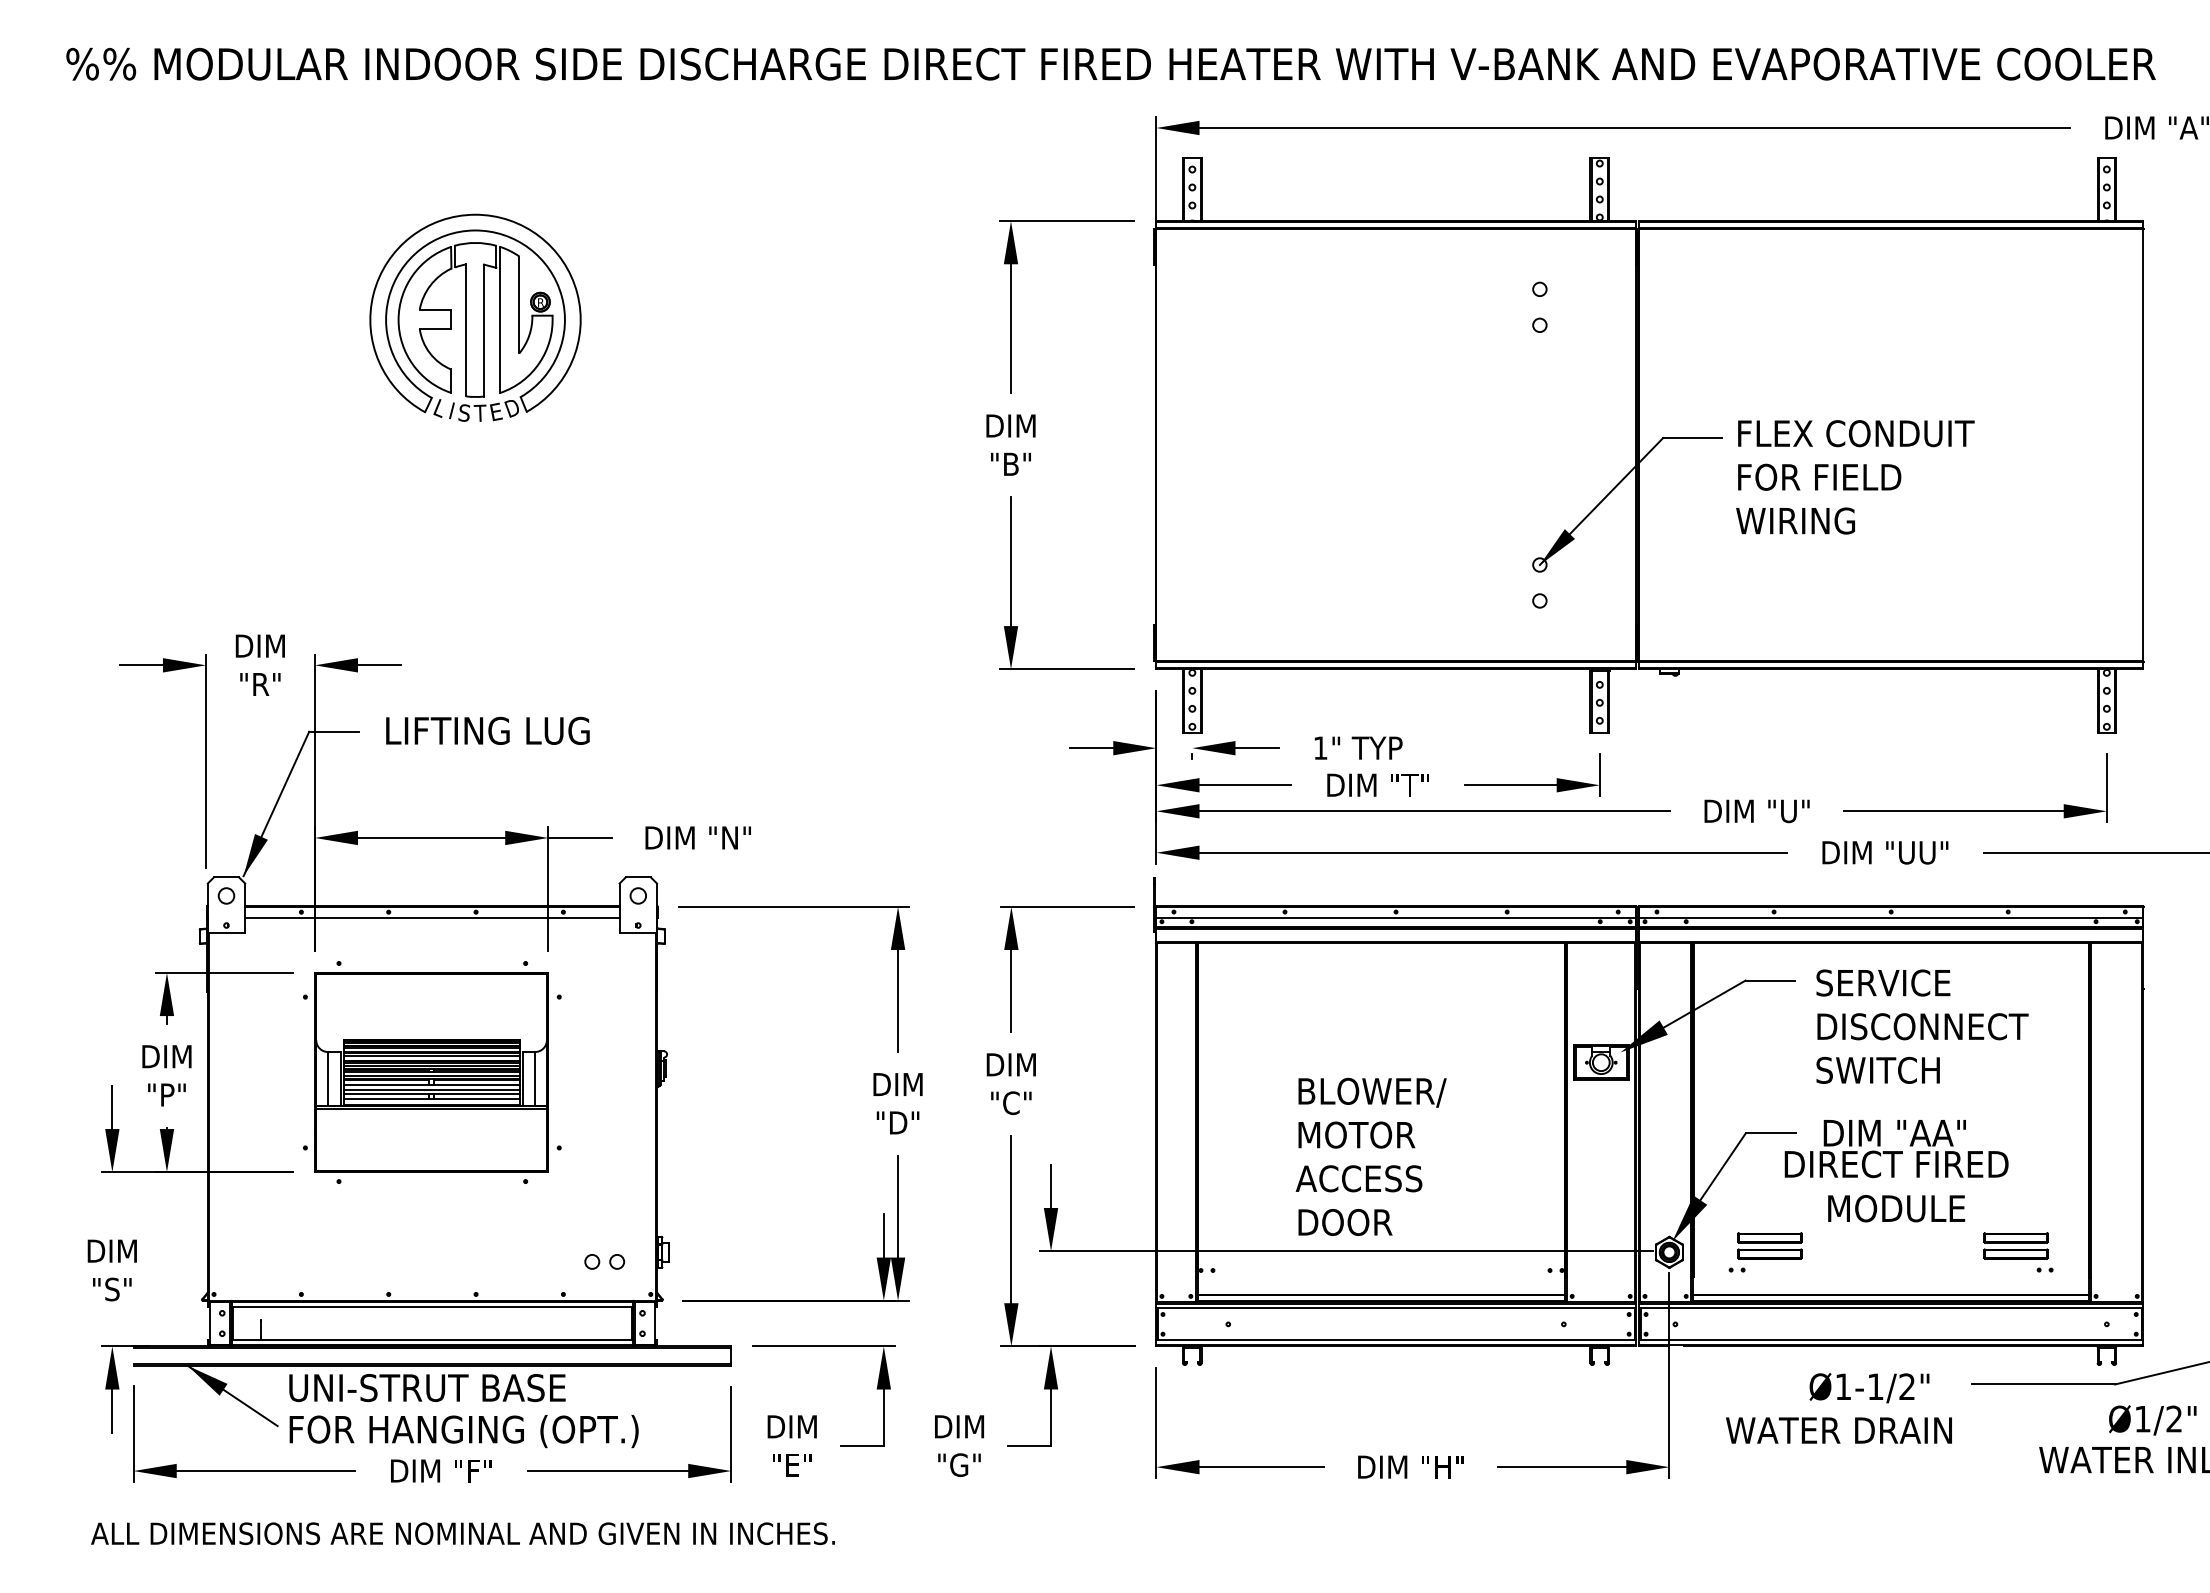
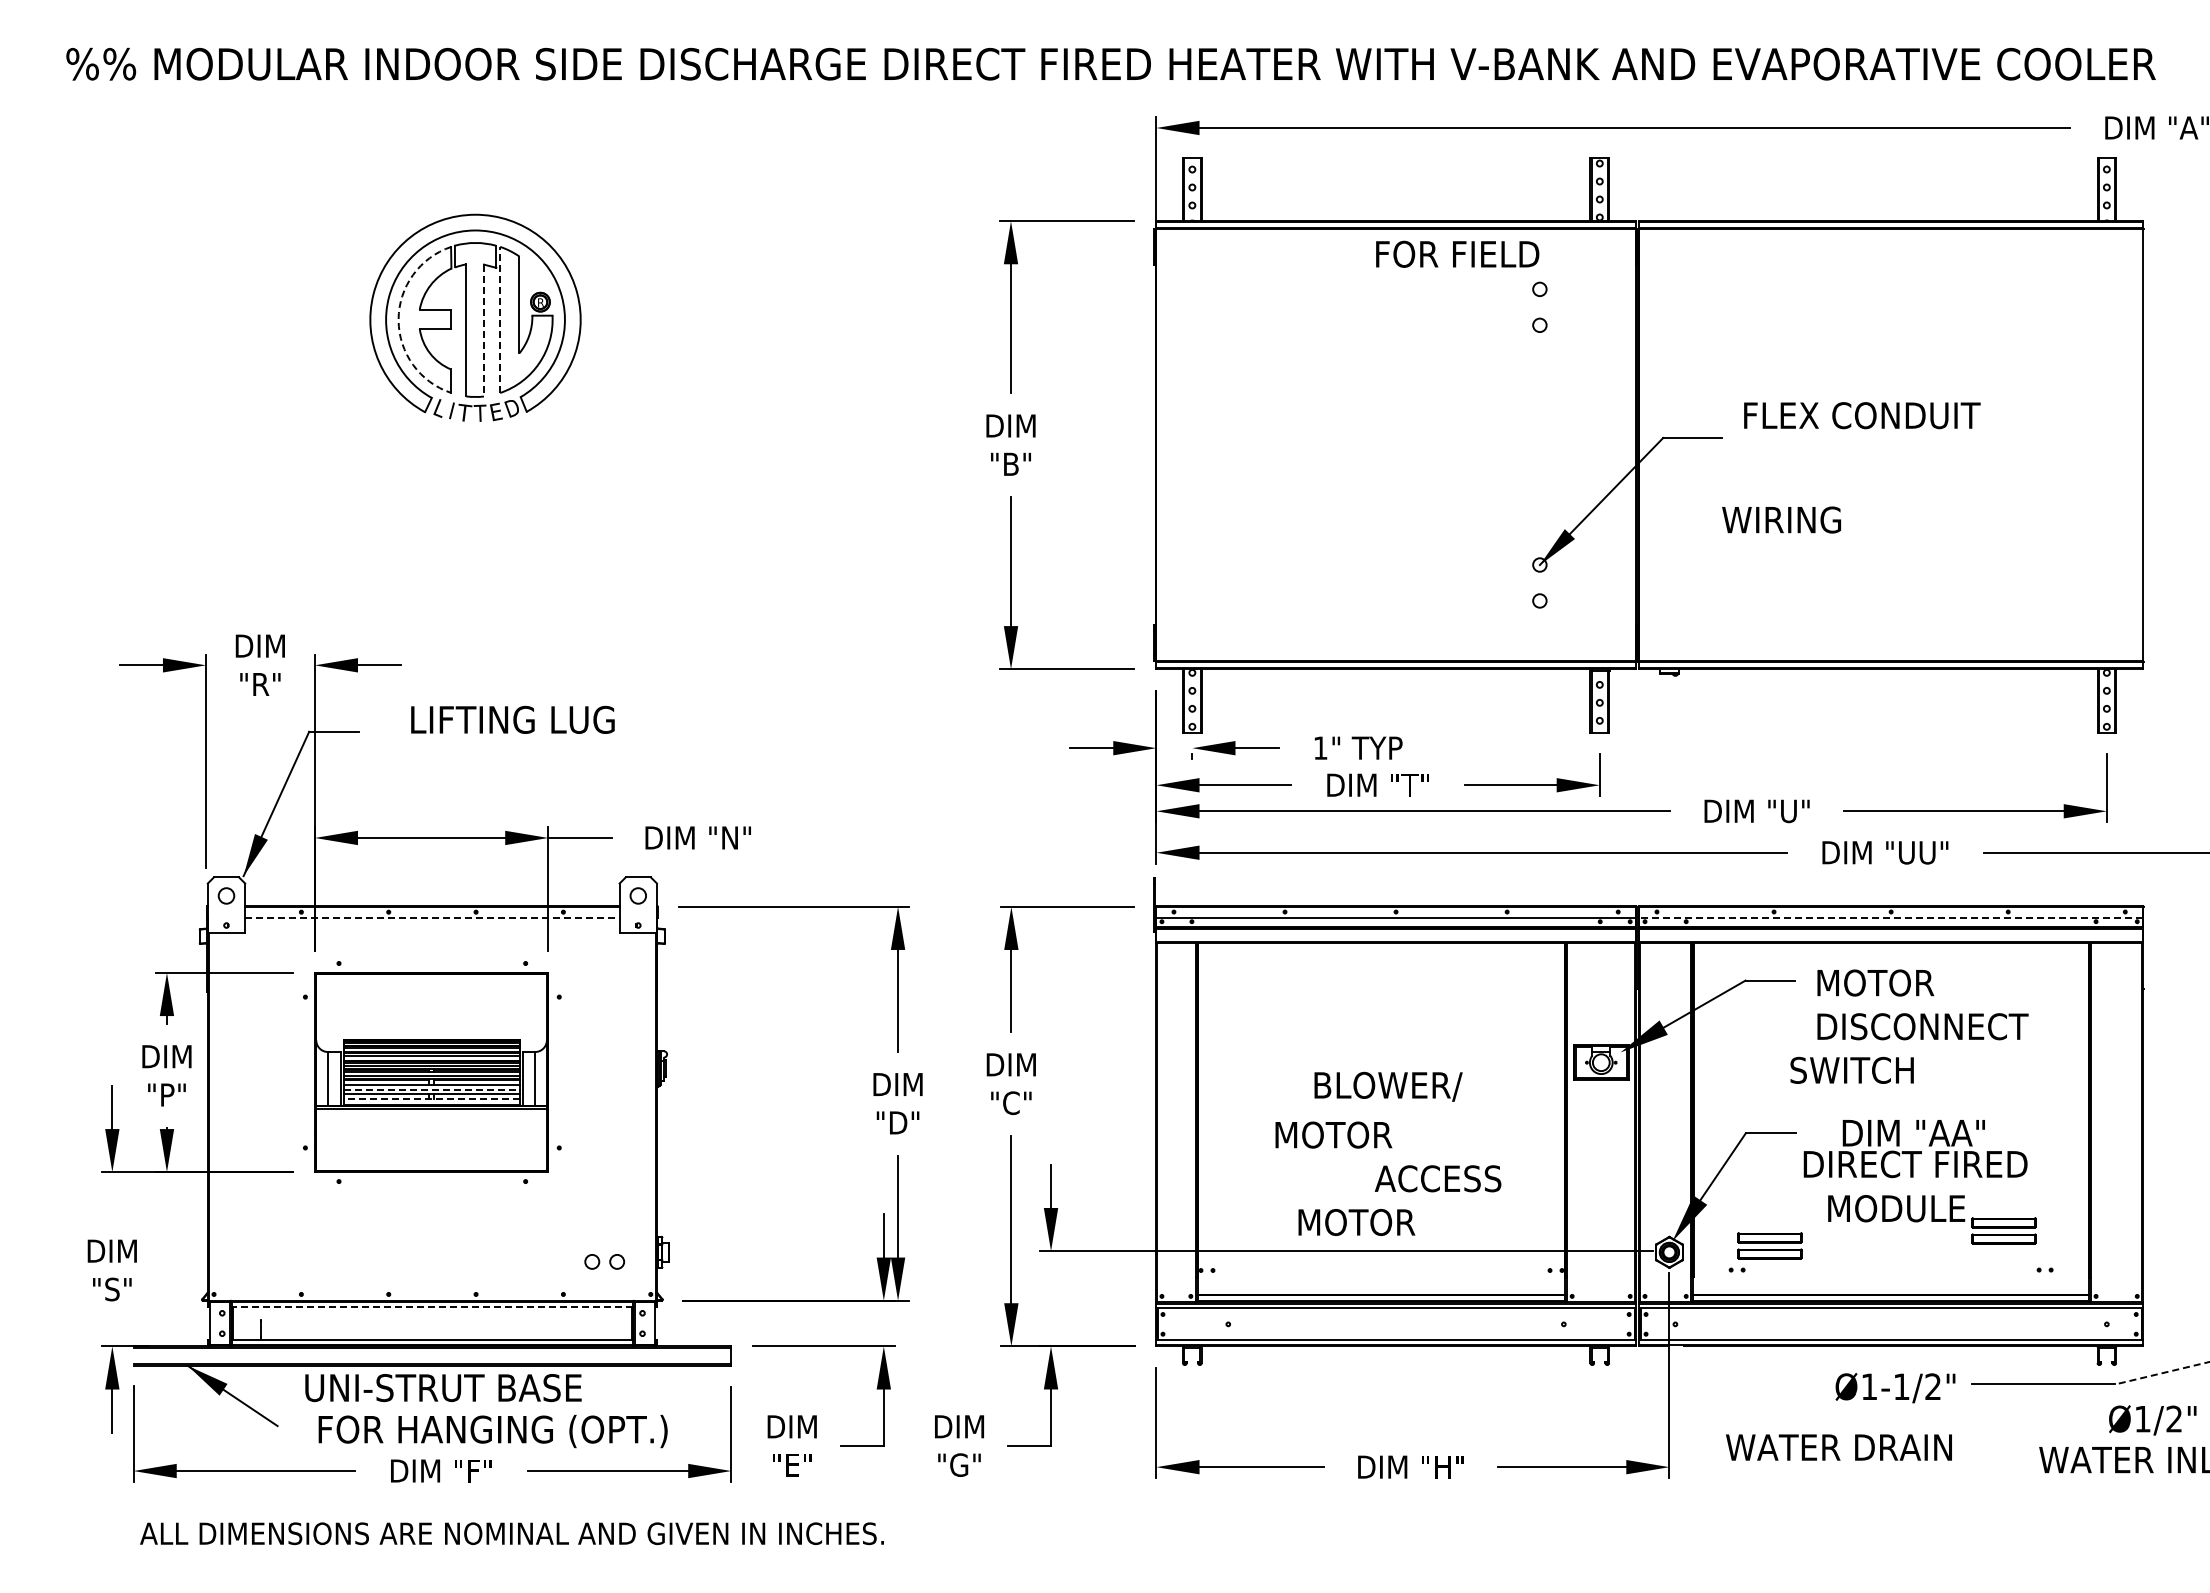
arc at (398, 319): solid -> dashed
line at (500, 320): solid -> dashed
line at (483, 330): solid -> dashed
text at (465, 412): S -> T
text at (1856, 433) position: (1856, 433) -> (1862, 415)
text at (1819, 476) position: (1819, 476) -> (1457, 253)
text at (1795, 520) position: (1795, 520) -> (1781, 519)
text at (487, 730) position: (487, 730) -> (512, 719)
line at (432, 918): solid -> dashed
line at (1891, 918): solid -> dashed
text at (1883, 982): SERVICE -> MOTOR
text at (1877, 1069) position: (1877, 1069) -> (1851, 1069)
line at (431, 1089): solid -> dashed
text at (1372, 1092) position: (1372, 1092) -> (1388, 1086)
line at (431, 1099): solid -> dashed
text at (1356, 1134) position: (1356, 1134) -> (1333, 1134)
text at (1896, 1149) position: (1896, 1149) -> (1915, 1149)
text at (1358, 1178) position: (1358, 1178) -> (1437, 1178)
text at (1358, 1222): DOOR -> MOTOR
part at (2015, 1245) position: (2015, 1245) -> (2003, 1230)
line at (432, 1306): solid -> dashed
line at (2161, 1373): solid -> dashed
text at (427, 1388) position: (427, 1388) -> (443, 1388)
text at (1869, 1388) position: (1869, 1388) -> (1895, 1388)
text at (1838, 1430) position: (1838, 1430) -> (1838, 1447)
text at (463, 1431) position: (463, 1431) -> (492, 1431)
text at (462, 1533) position: (462, 1533) -> (511, 1533)
